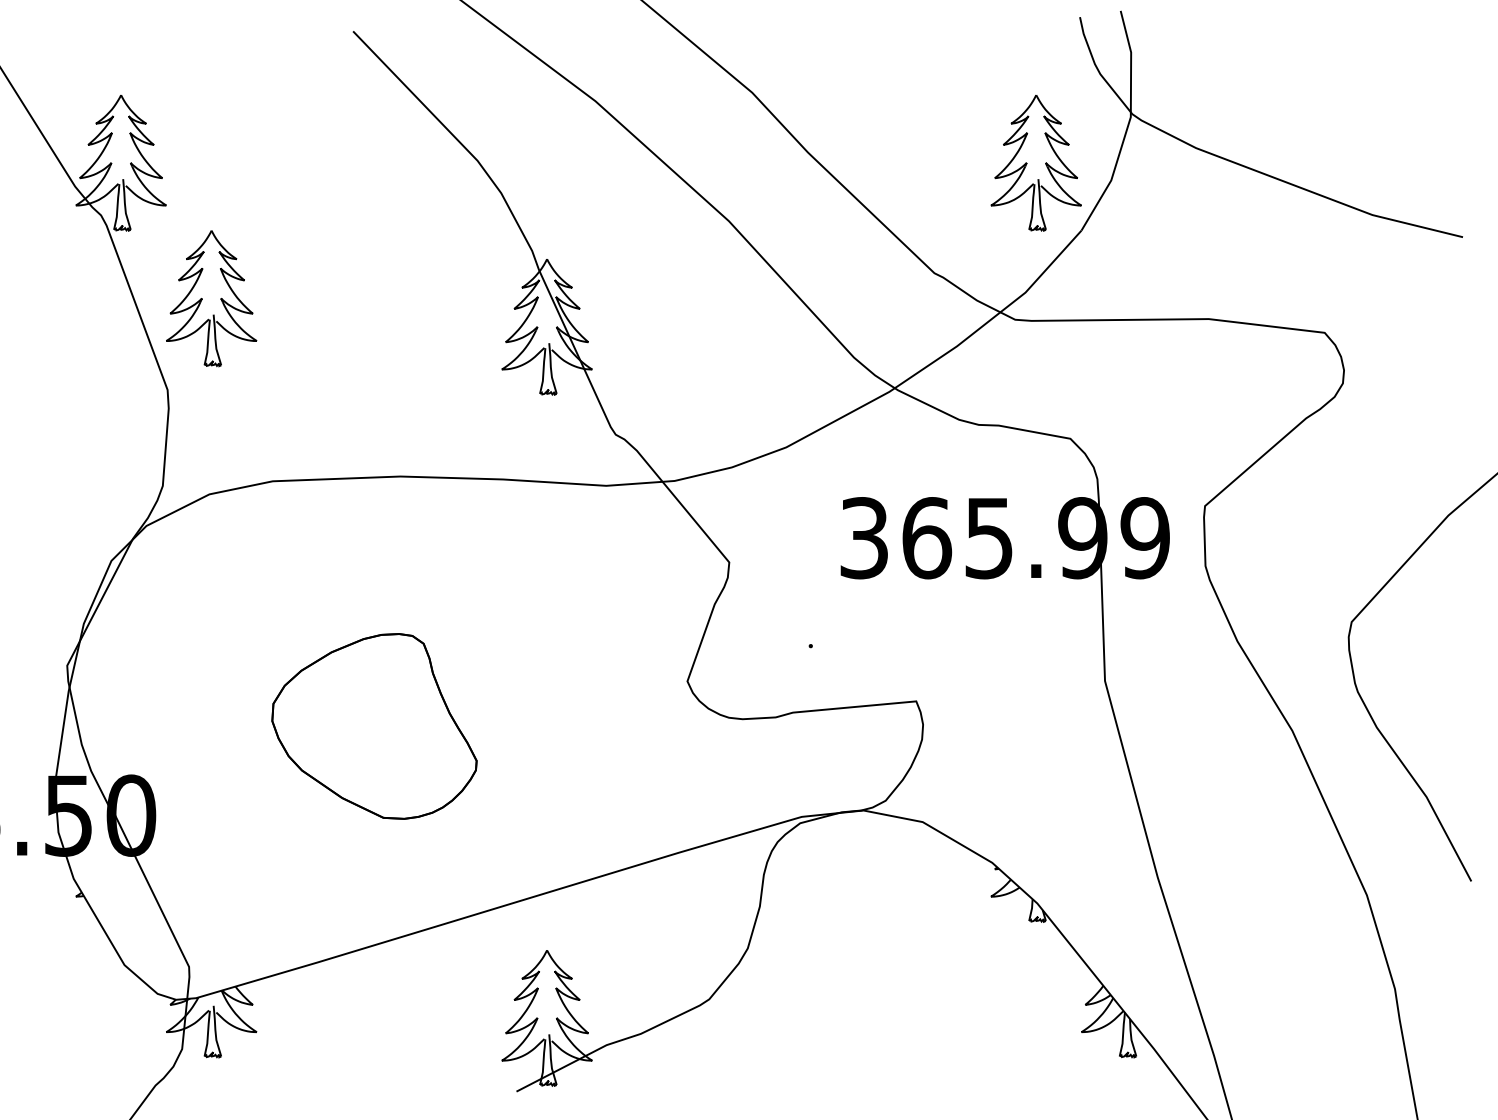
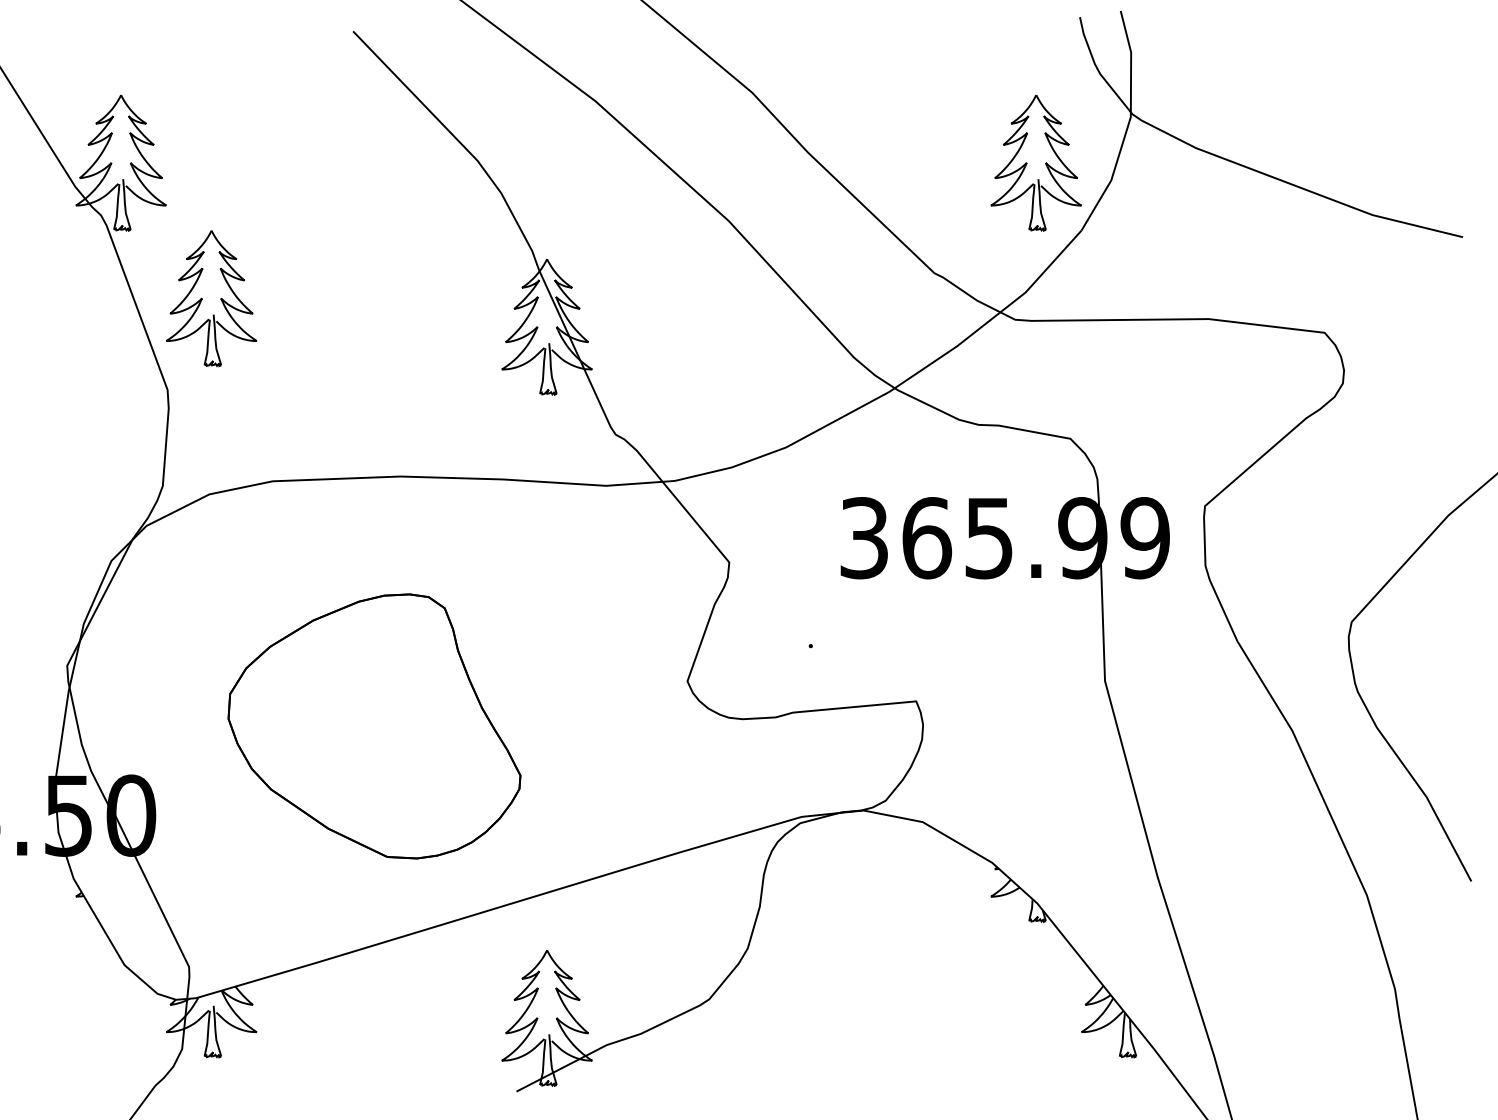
part at (374, 726) size: 207x187 px -> 295x267 px
